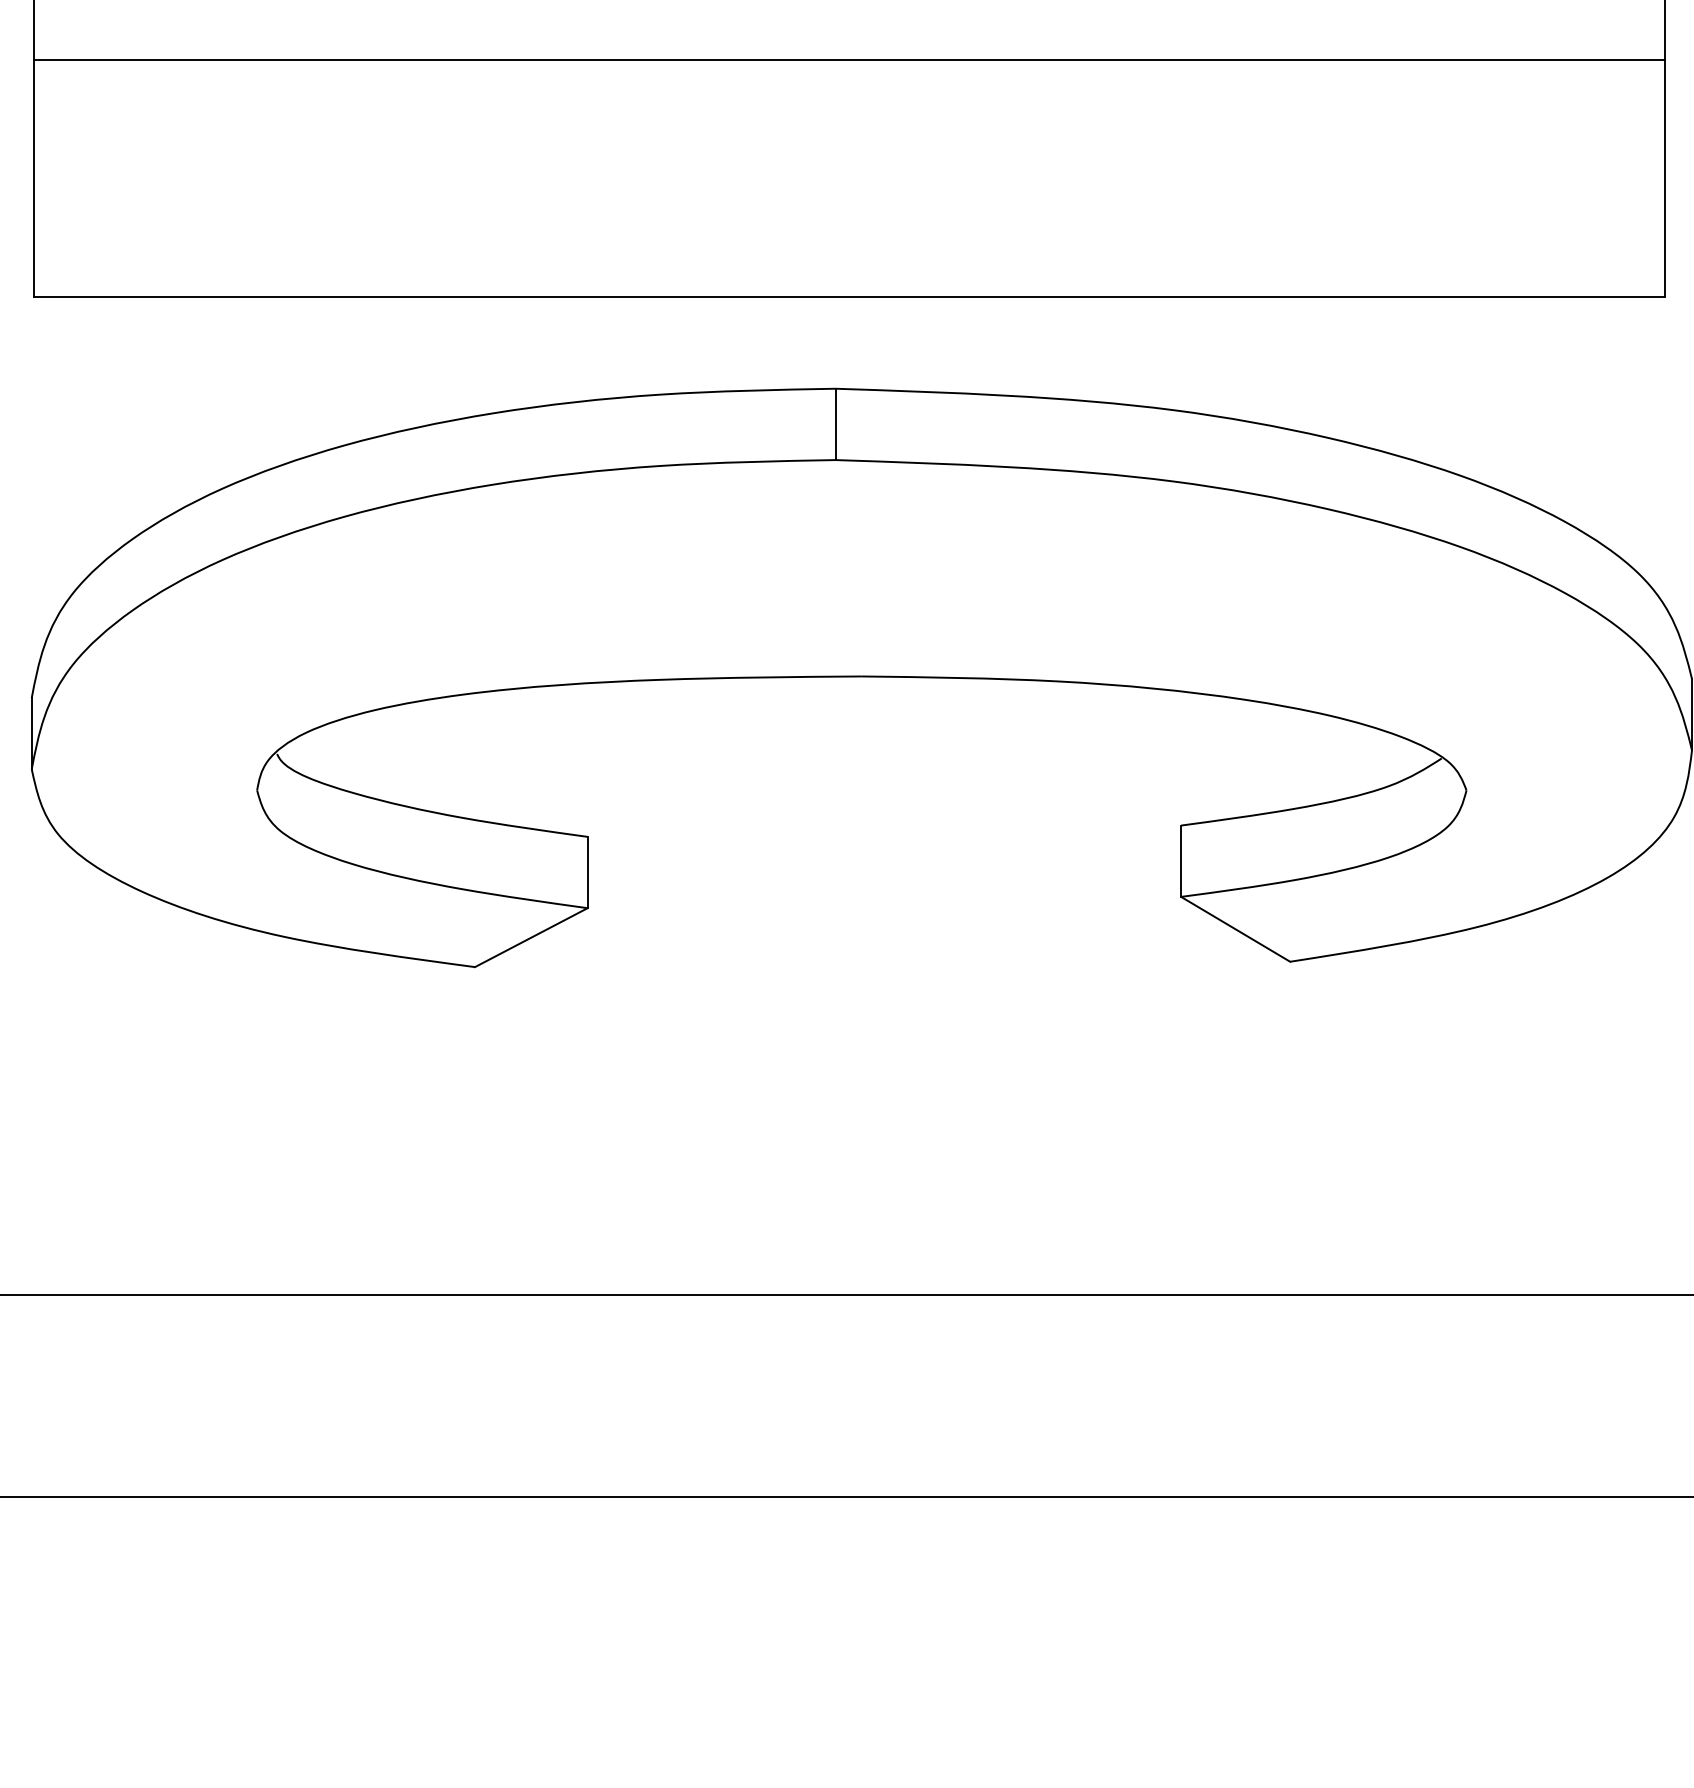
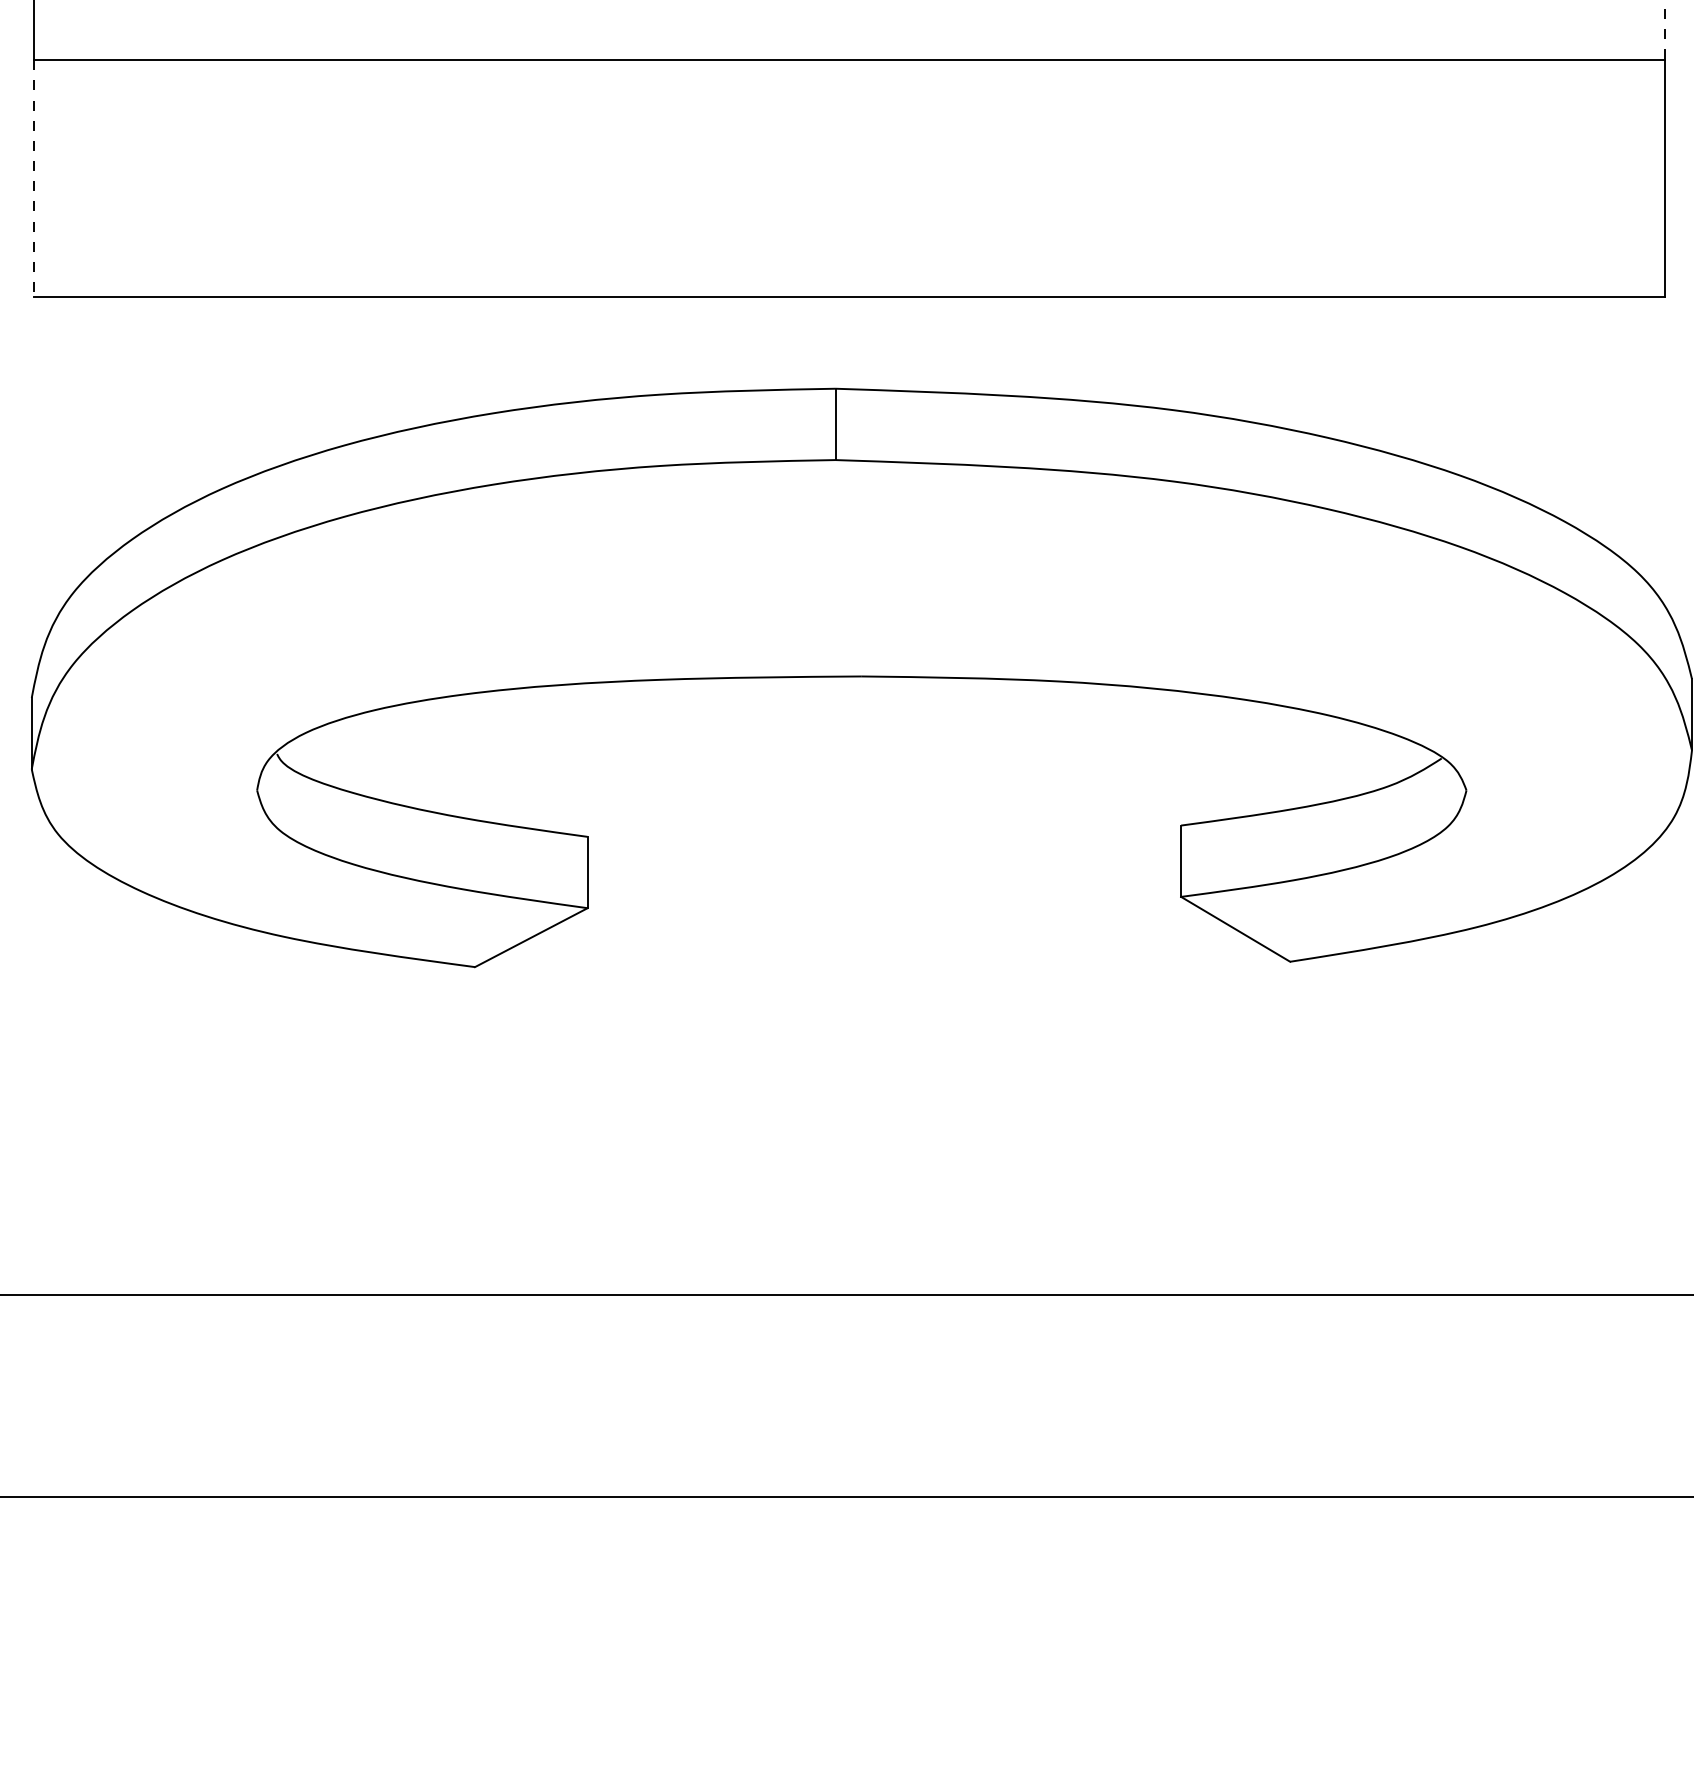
line at (1664, 30): solid -> dashed
line at (34, 178): solid -> dashed
